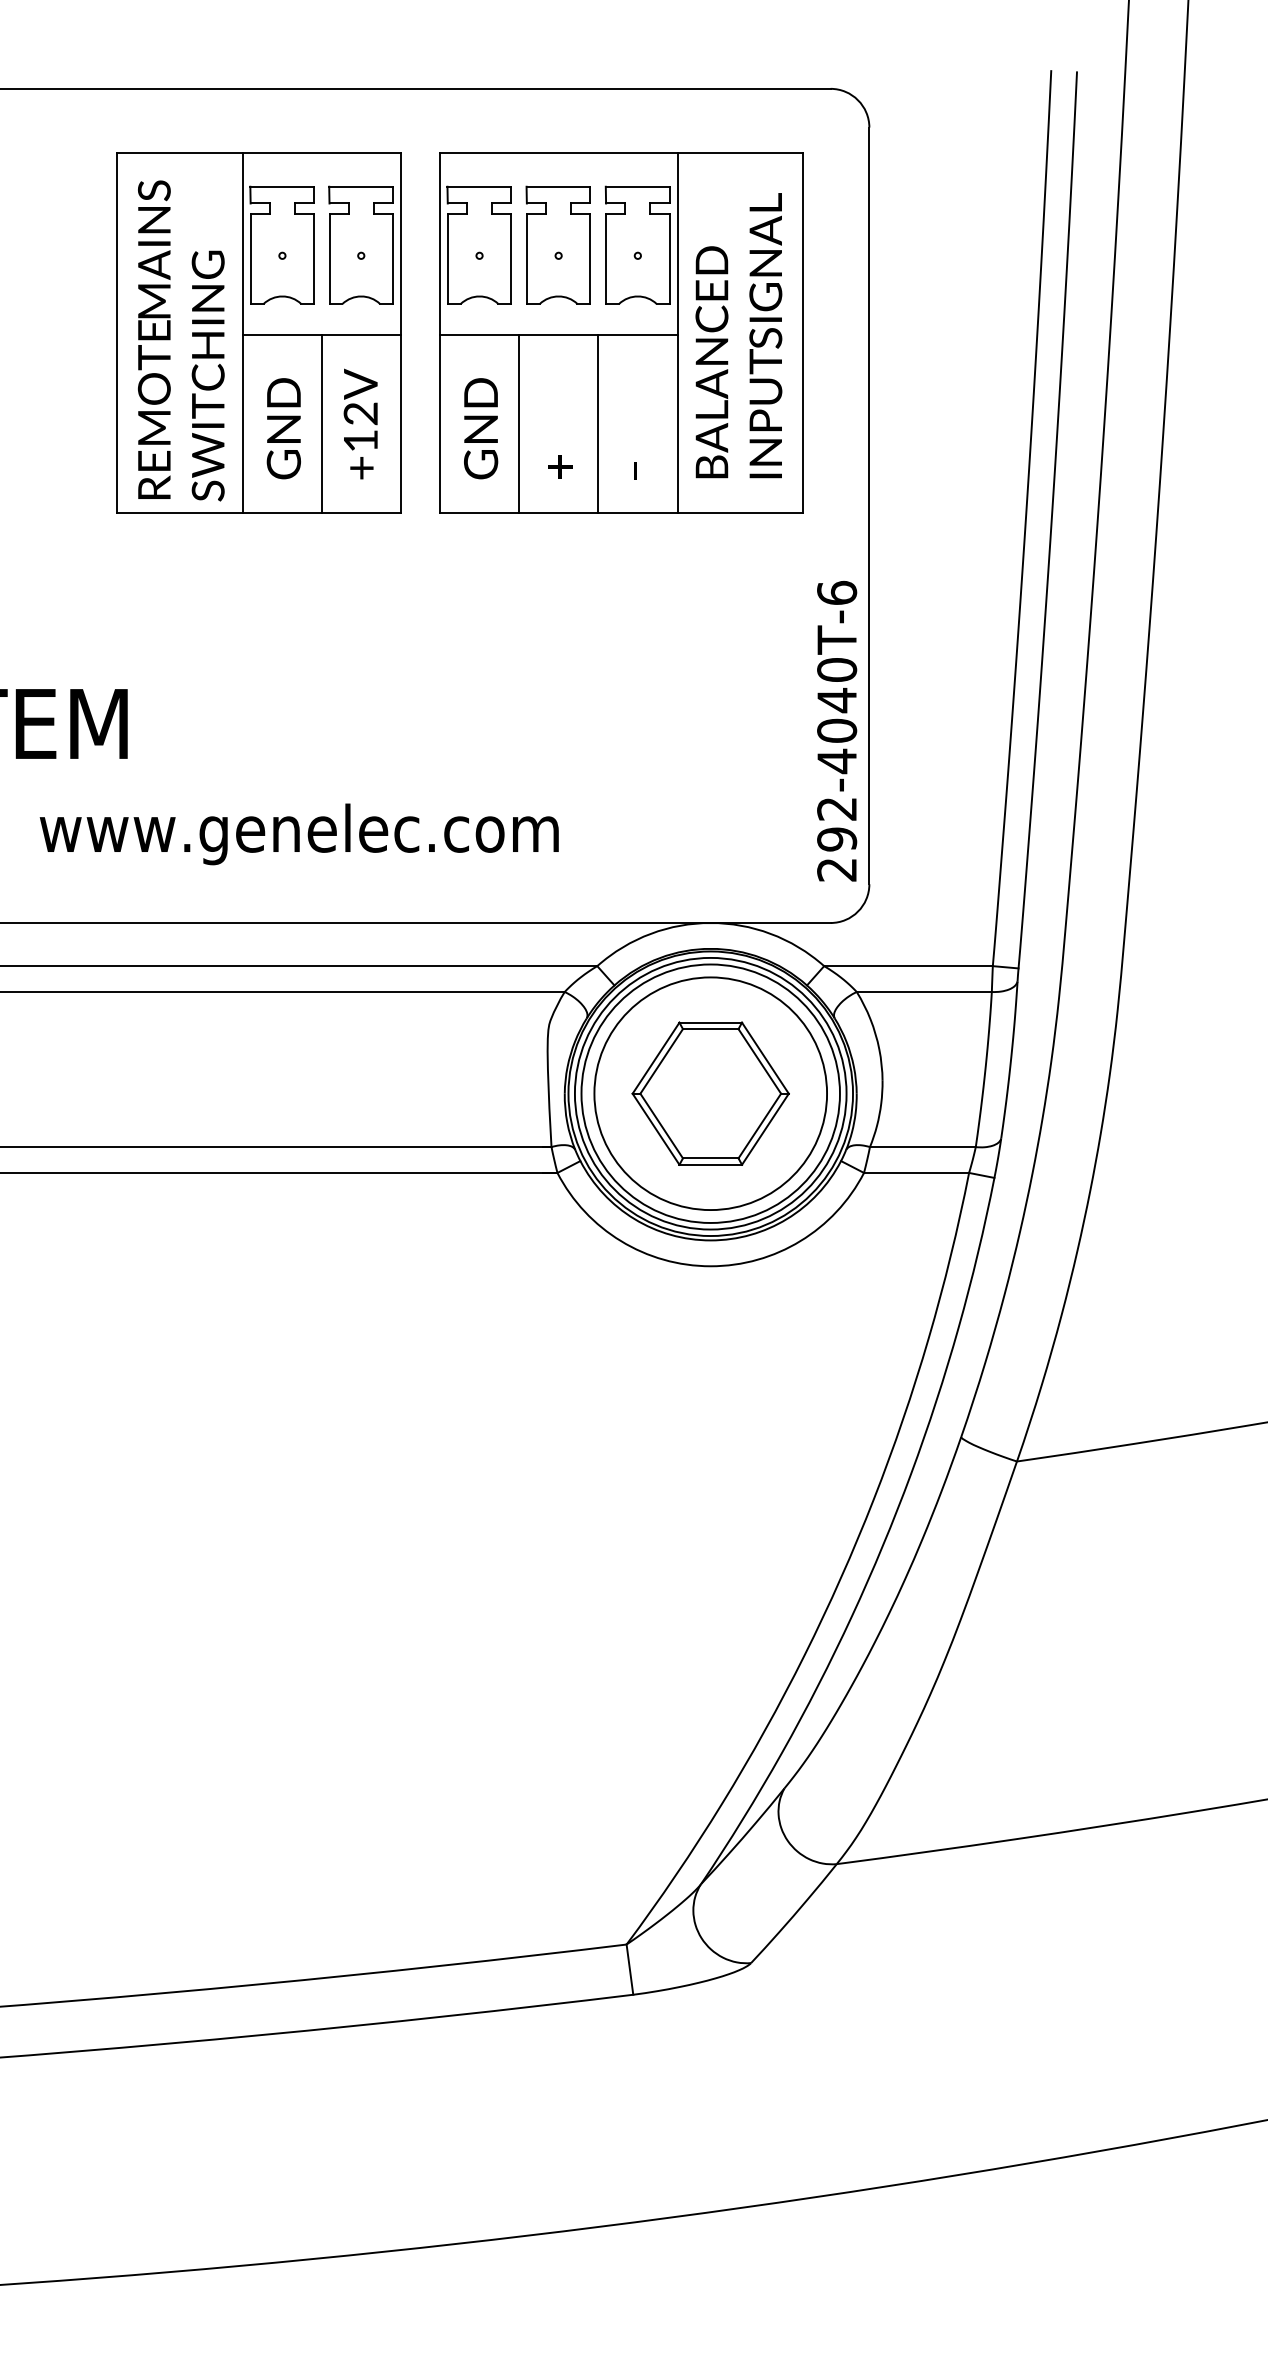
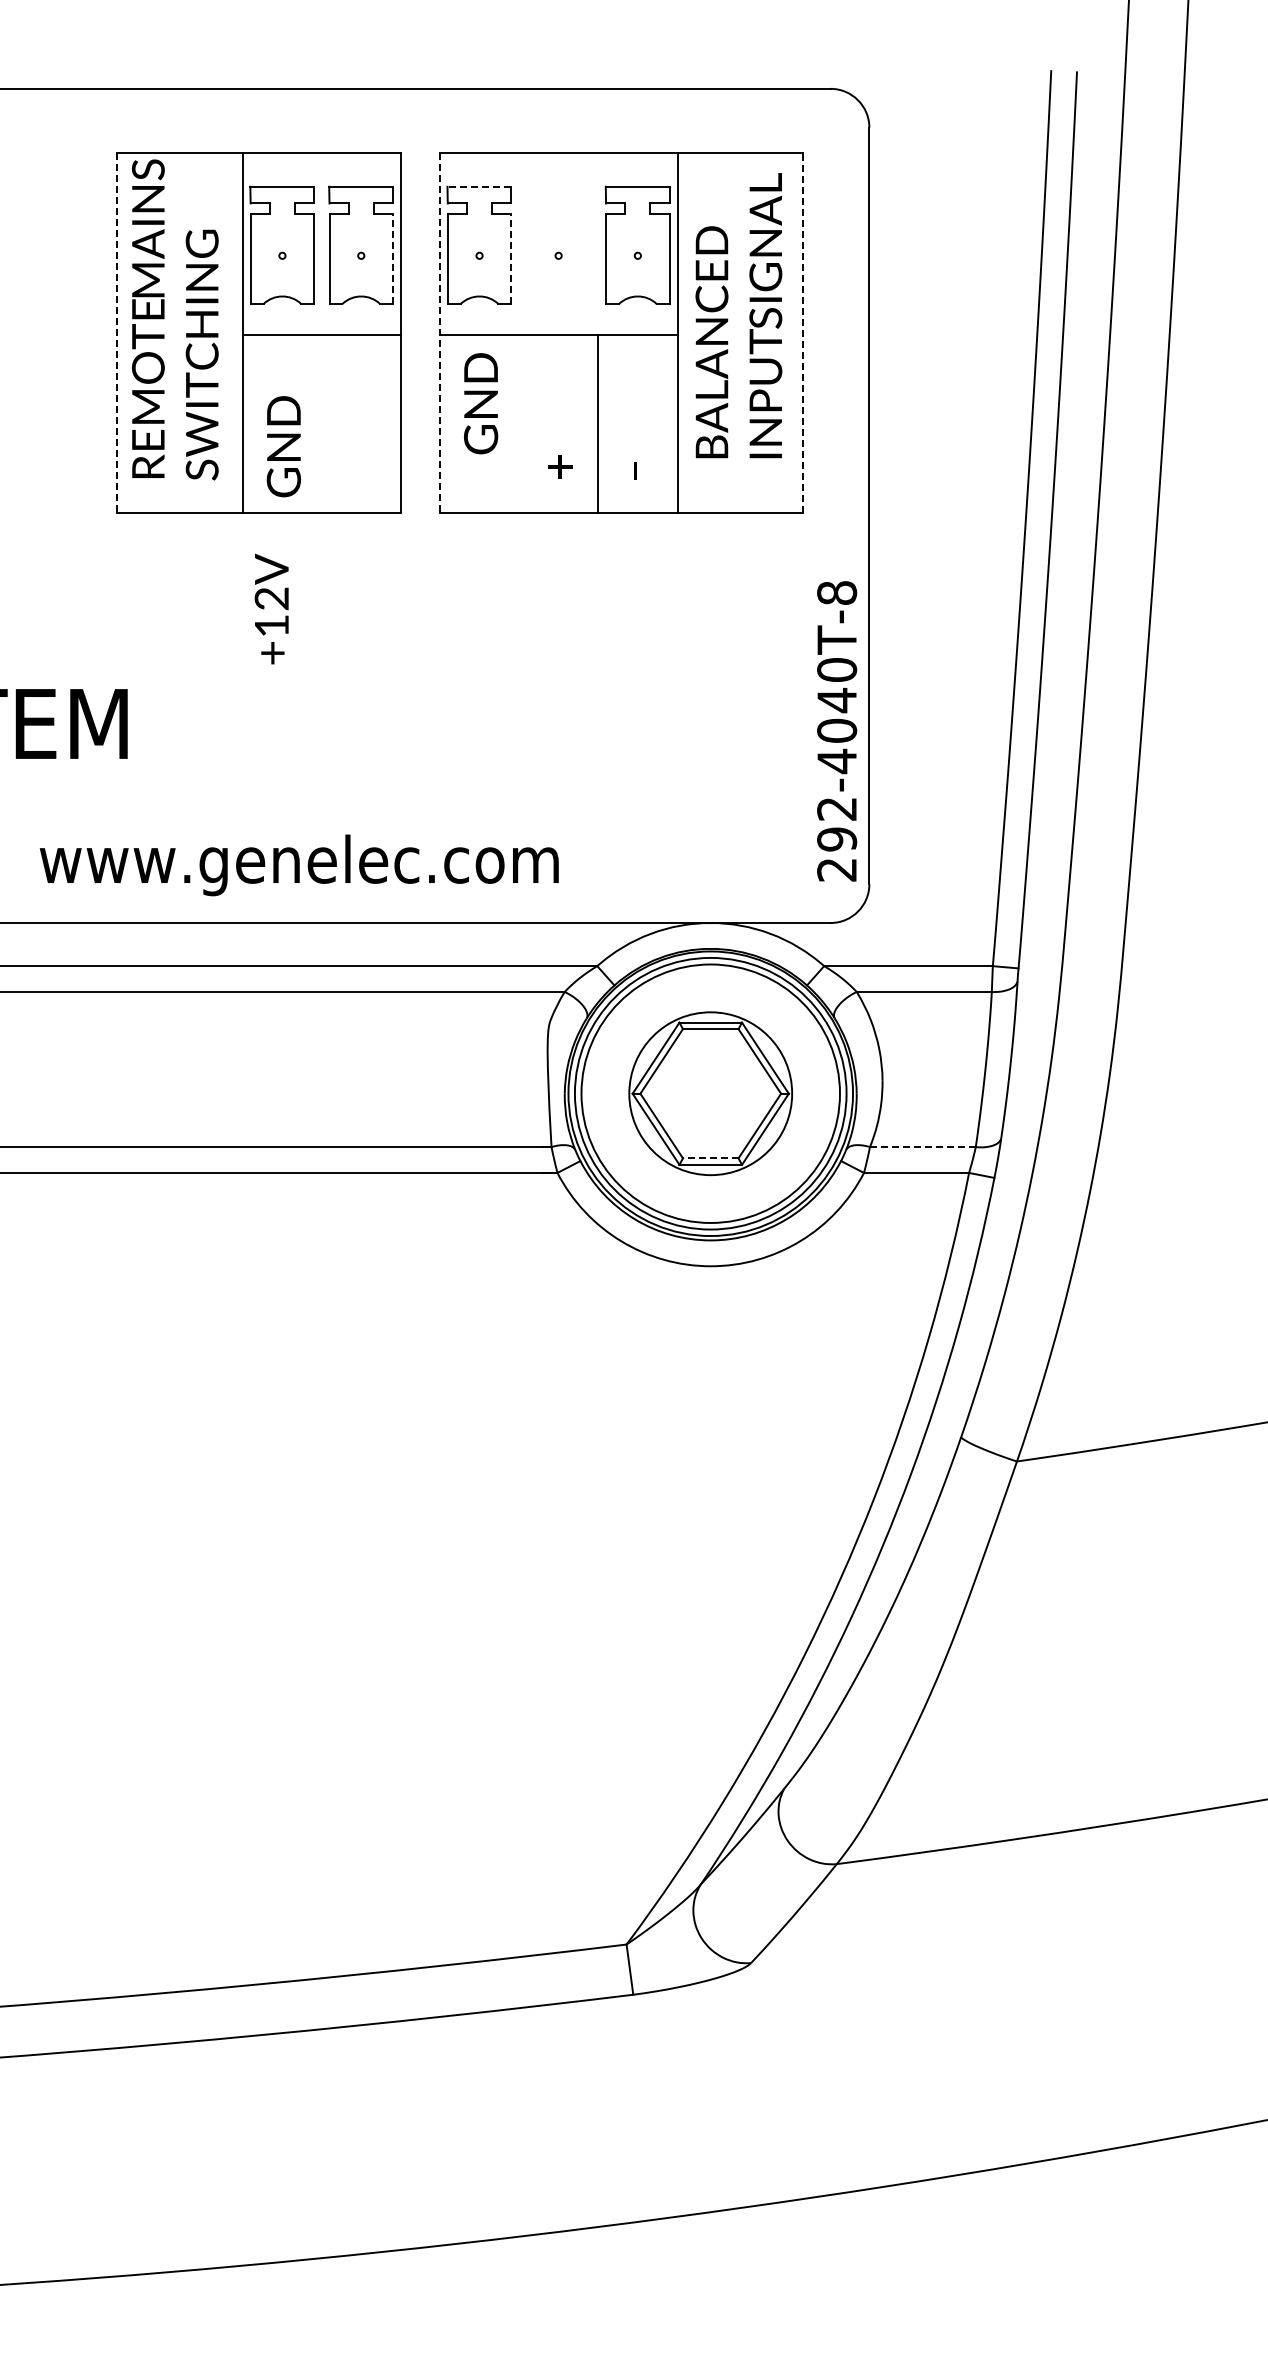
line at (479, 186): solid -> dashed
part at (557, 244): present -> none
line at (393, 258): solid -> dashed
line at (511, 258): solid -> dashed
line at (117, 333): solid -> dashed
line at (440, 333): solid -> dashed
line at (803, 333): solid -> dashed
text at (738, 335) position: (738, 335) -> (738, 315)
text at (181, 340) position: (181, 340) -> (175, 319)
line at (321, 423): present -> none
text at (360, 423) position: (360, 423) -> (271, 608)
line at (519, 423): present -> none
text at (283, 428) position: (283, 428) -> (283, 446)
text at (481, 428) position: (481, 428) -> (481, 403)
text at (836, 592): 292-4040T-6 -> 292-4040T-8
text at (298, 834) position: (298, 834) -> (298, 865)
circle at (710, 1093) diameter: 233 px -> 163 px
line at (922, 1147): solid -> dashed
line at (710, 1158): solid -> dashed
